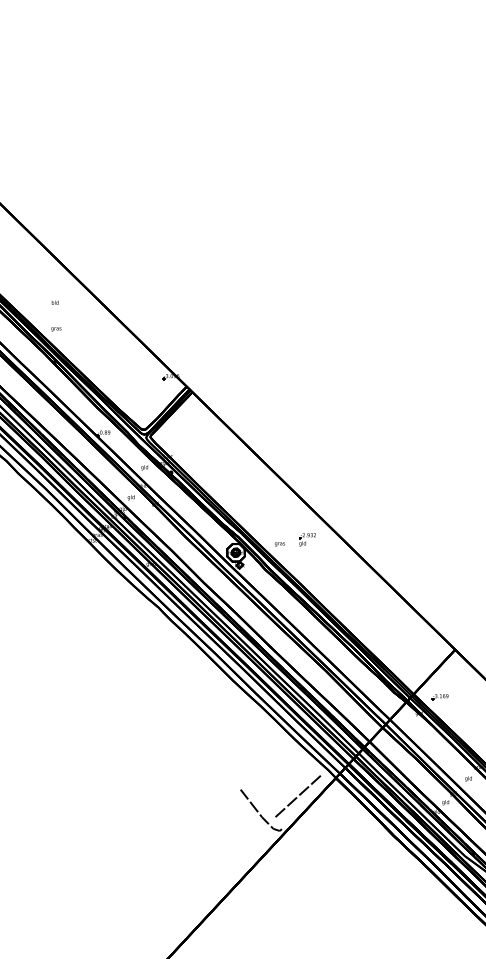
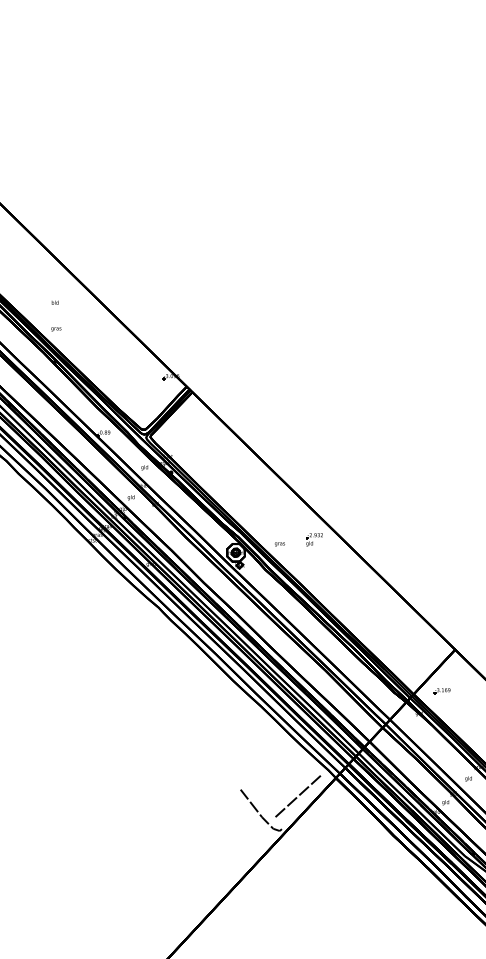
part at (307, 539) position: (307, 539) -> (314, 539)
part at (439, 697) position: (439, 697) -> (441, 691)
